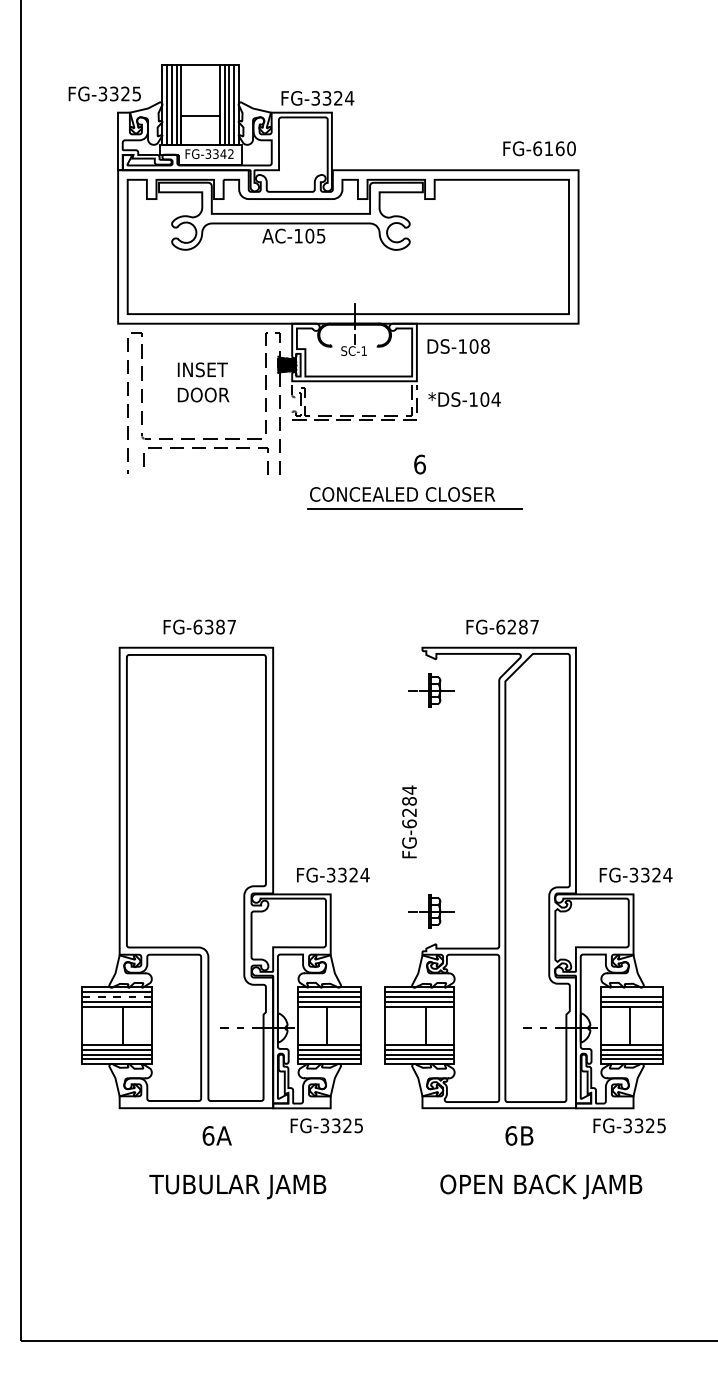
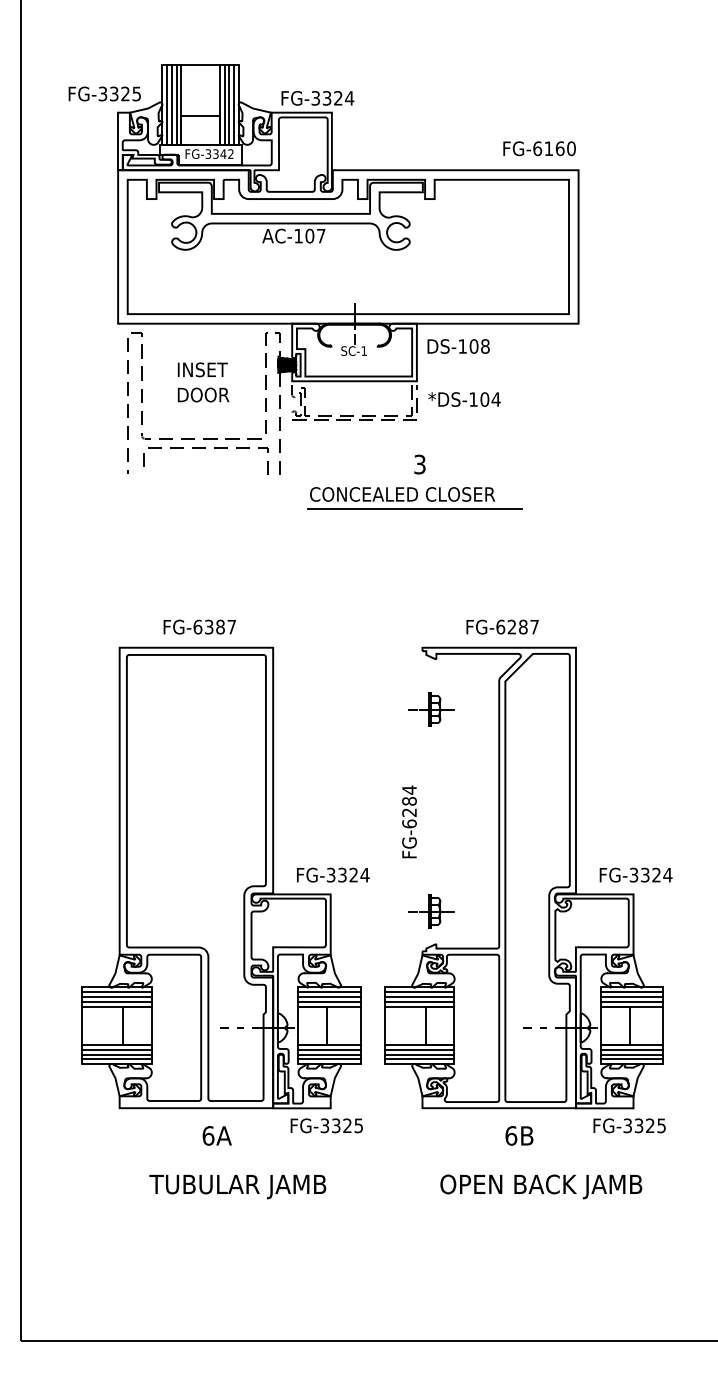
text at (321, 236): AC-105 -> AC-107
text at (419, 464): 6 -> 3
part at (431, 690) position: (431, 690) -> (431, 709)
line at (632, 992): none -> present
line at (116, 997): dashed -> solid
